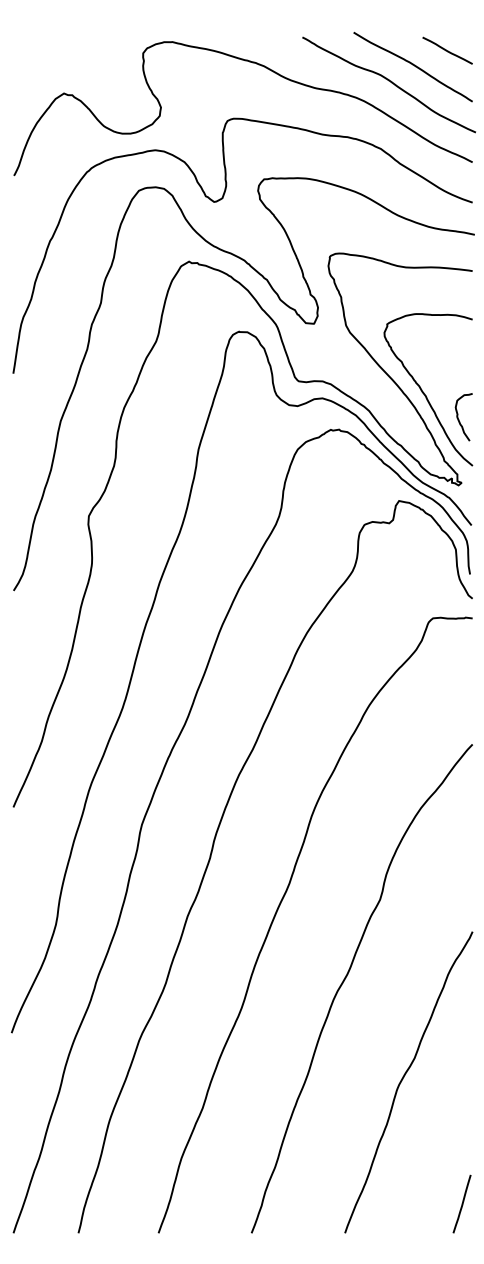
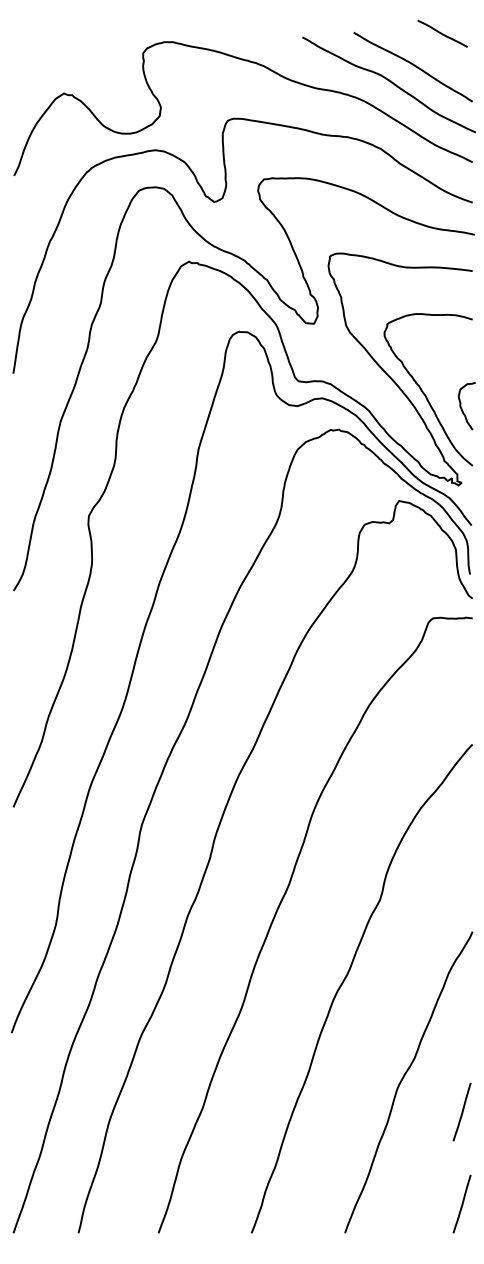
line at (447, 50) position: (447, 50) -> (442, 33)
curve at (459, 419) position: (459, 419) -> (462, 408)
line at (461, 1111): none -> present
